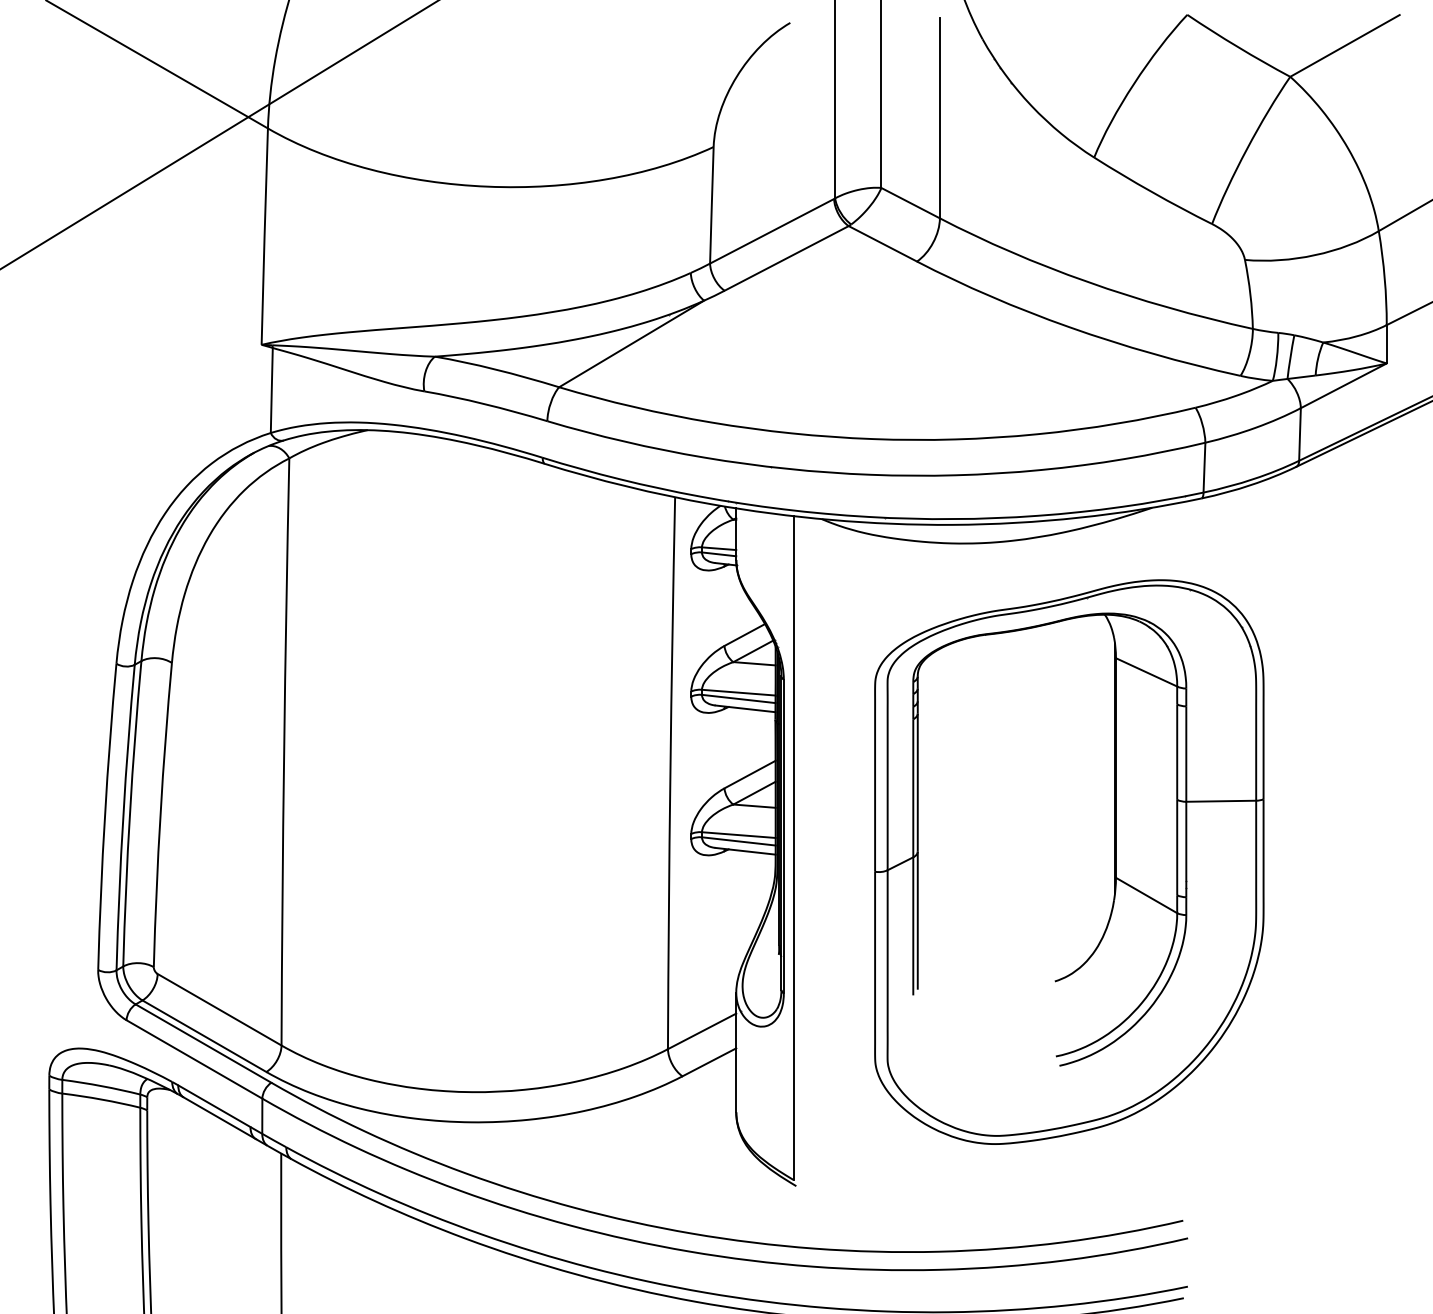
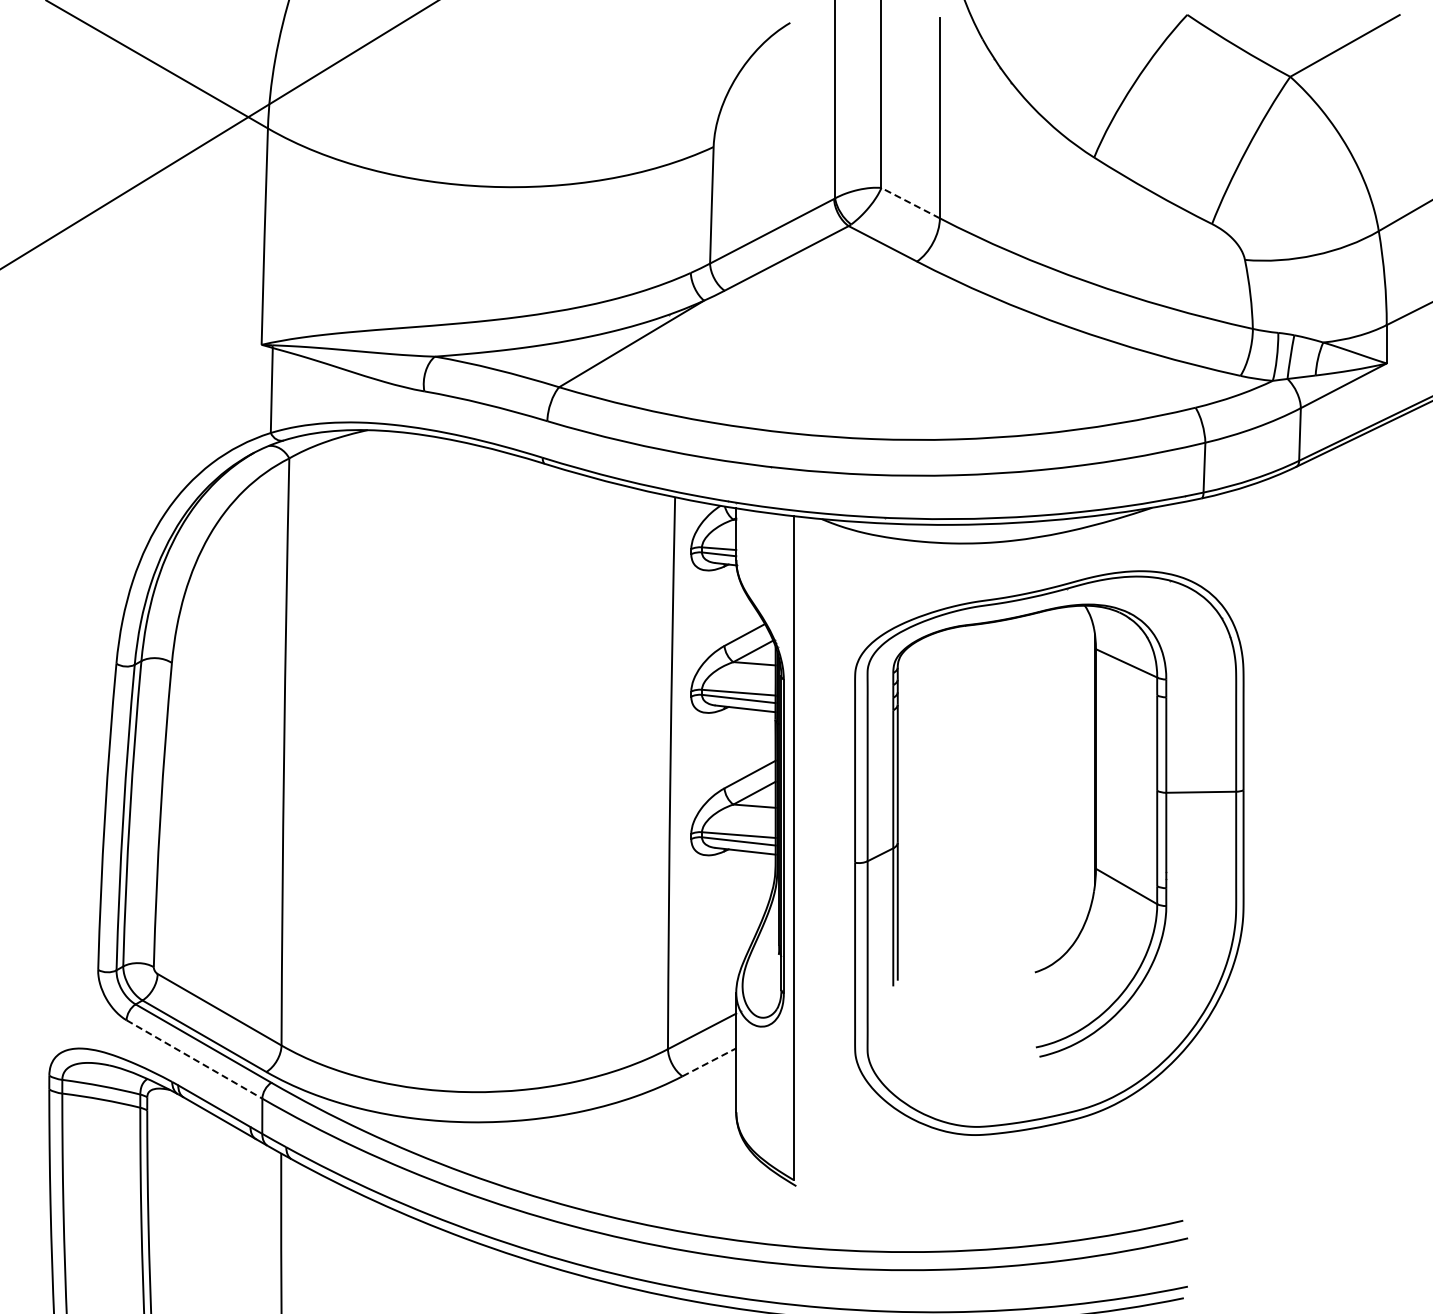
line at (910, 203): solid -> dashed
part at (1069, 861) position: (1069, 861) -> (1049, 852)
line at (194, 1059): solid -> dashed
line at (709, 1062): solid -> dashed
